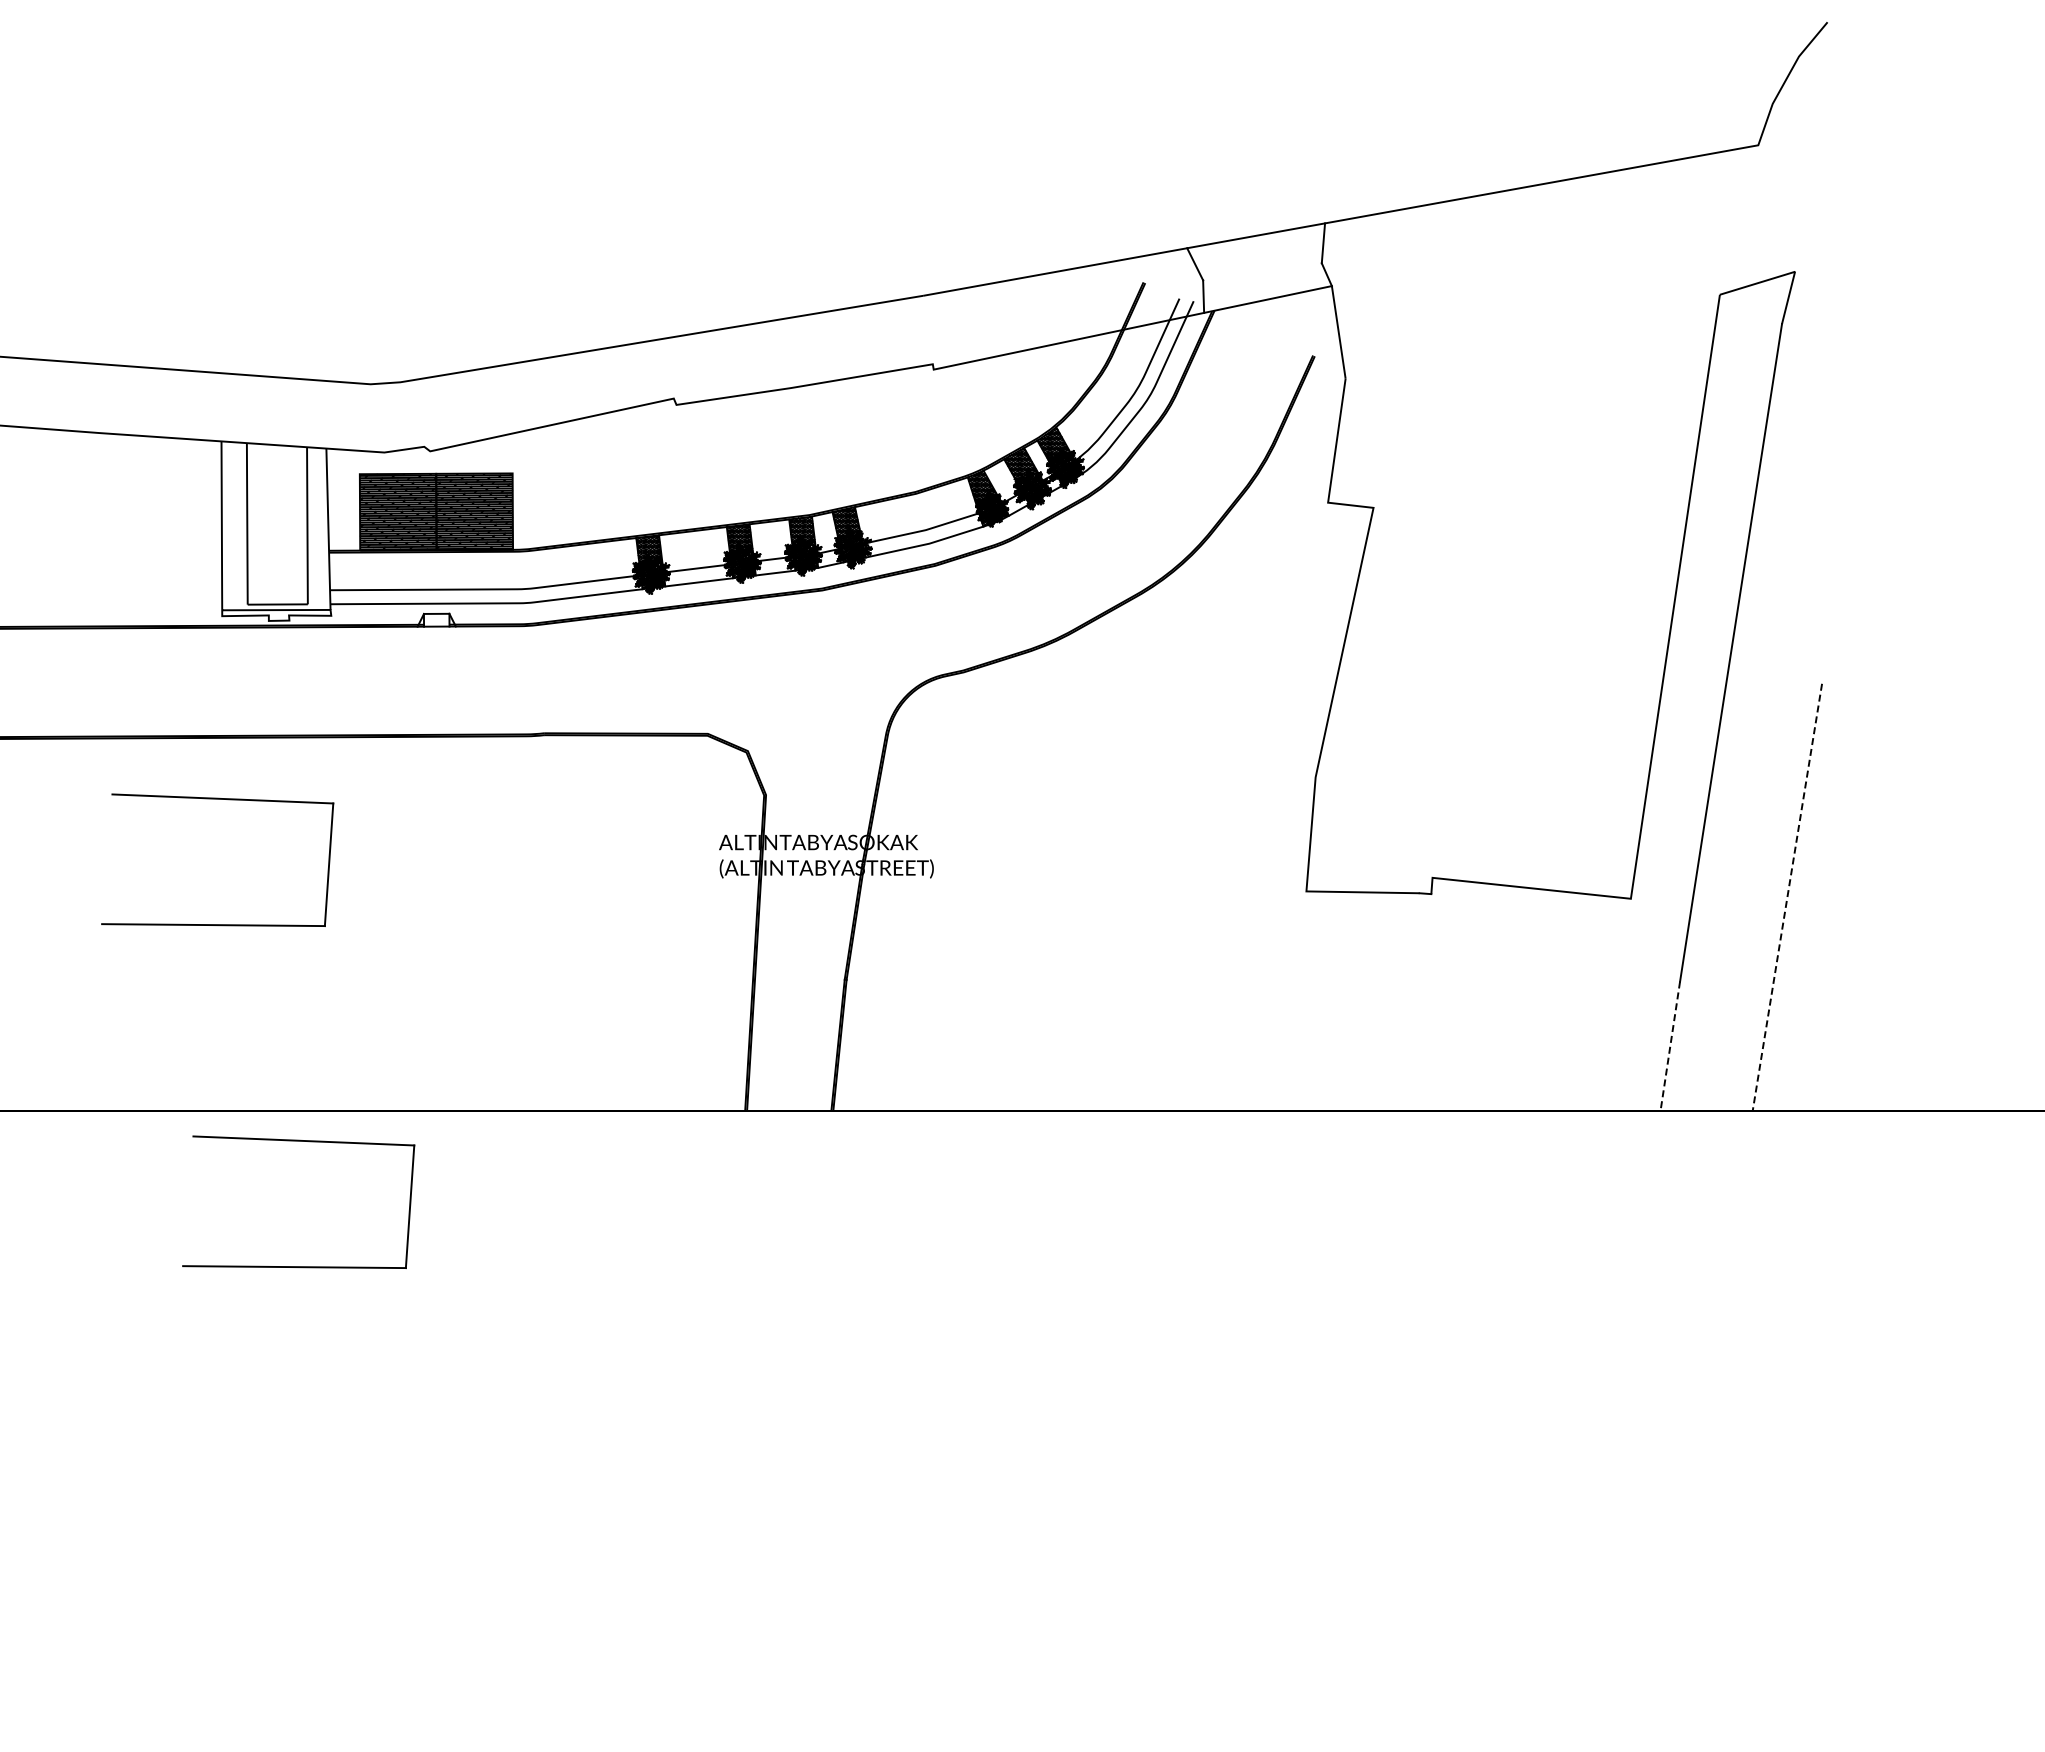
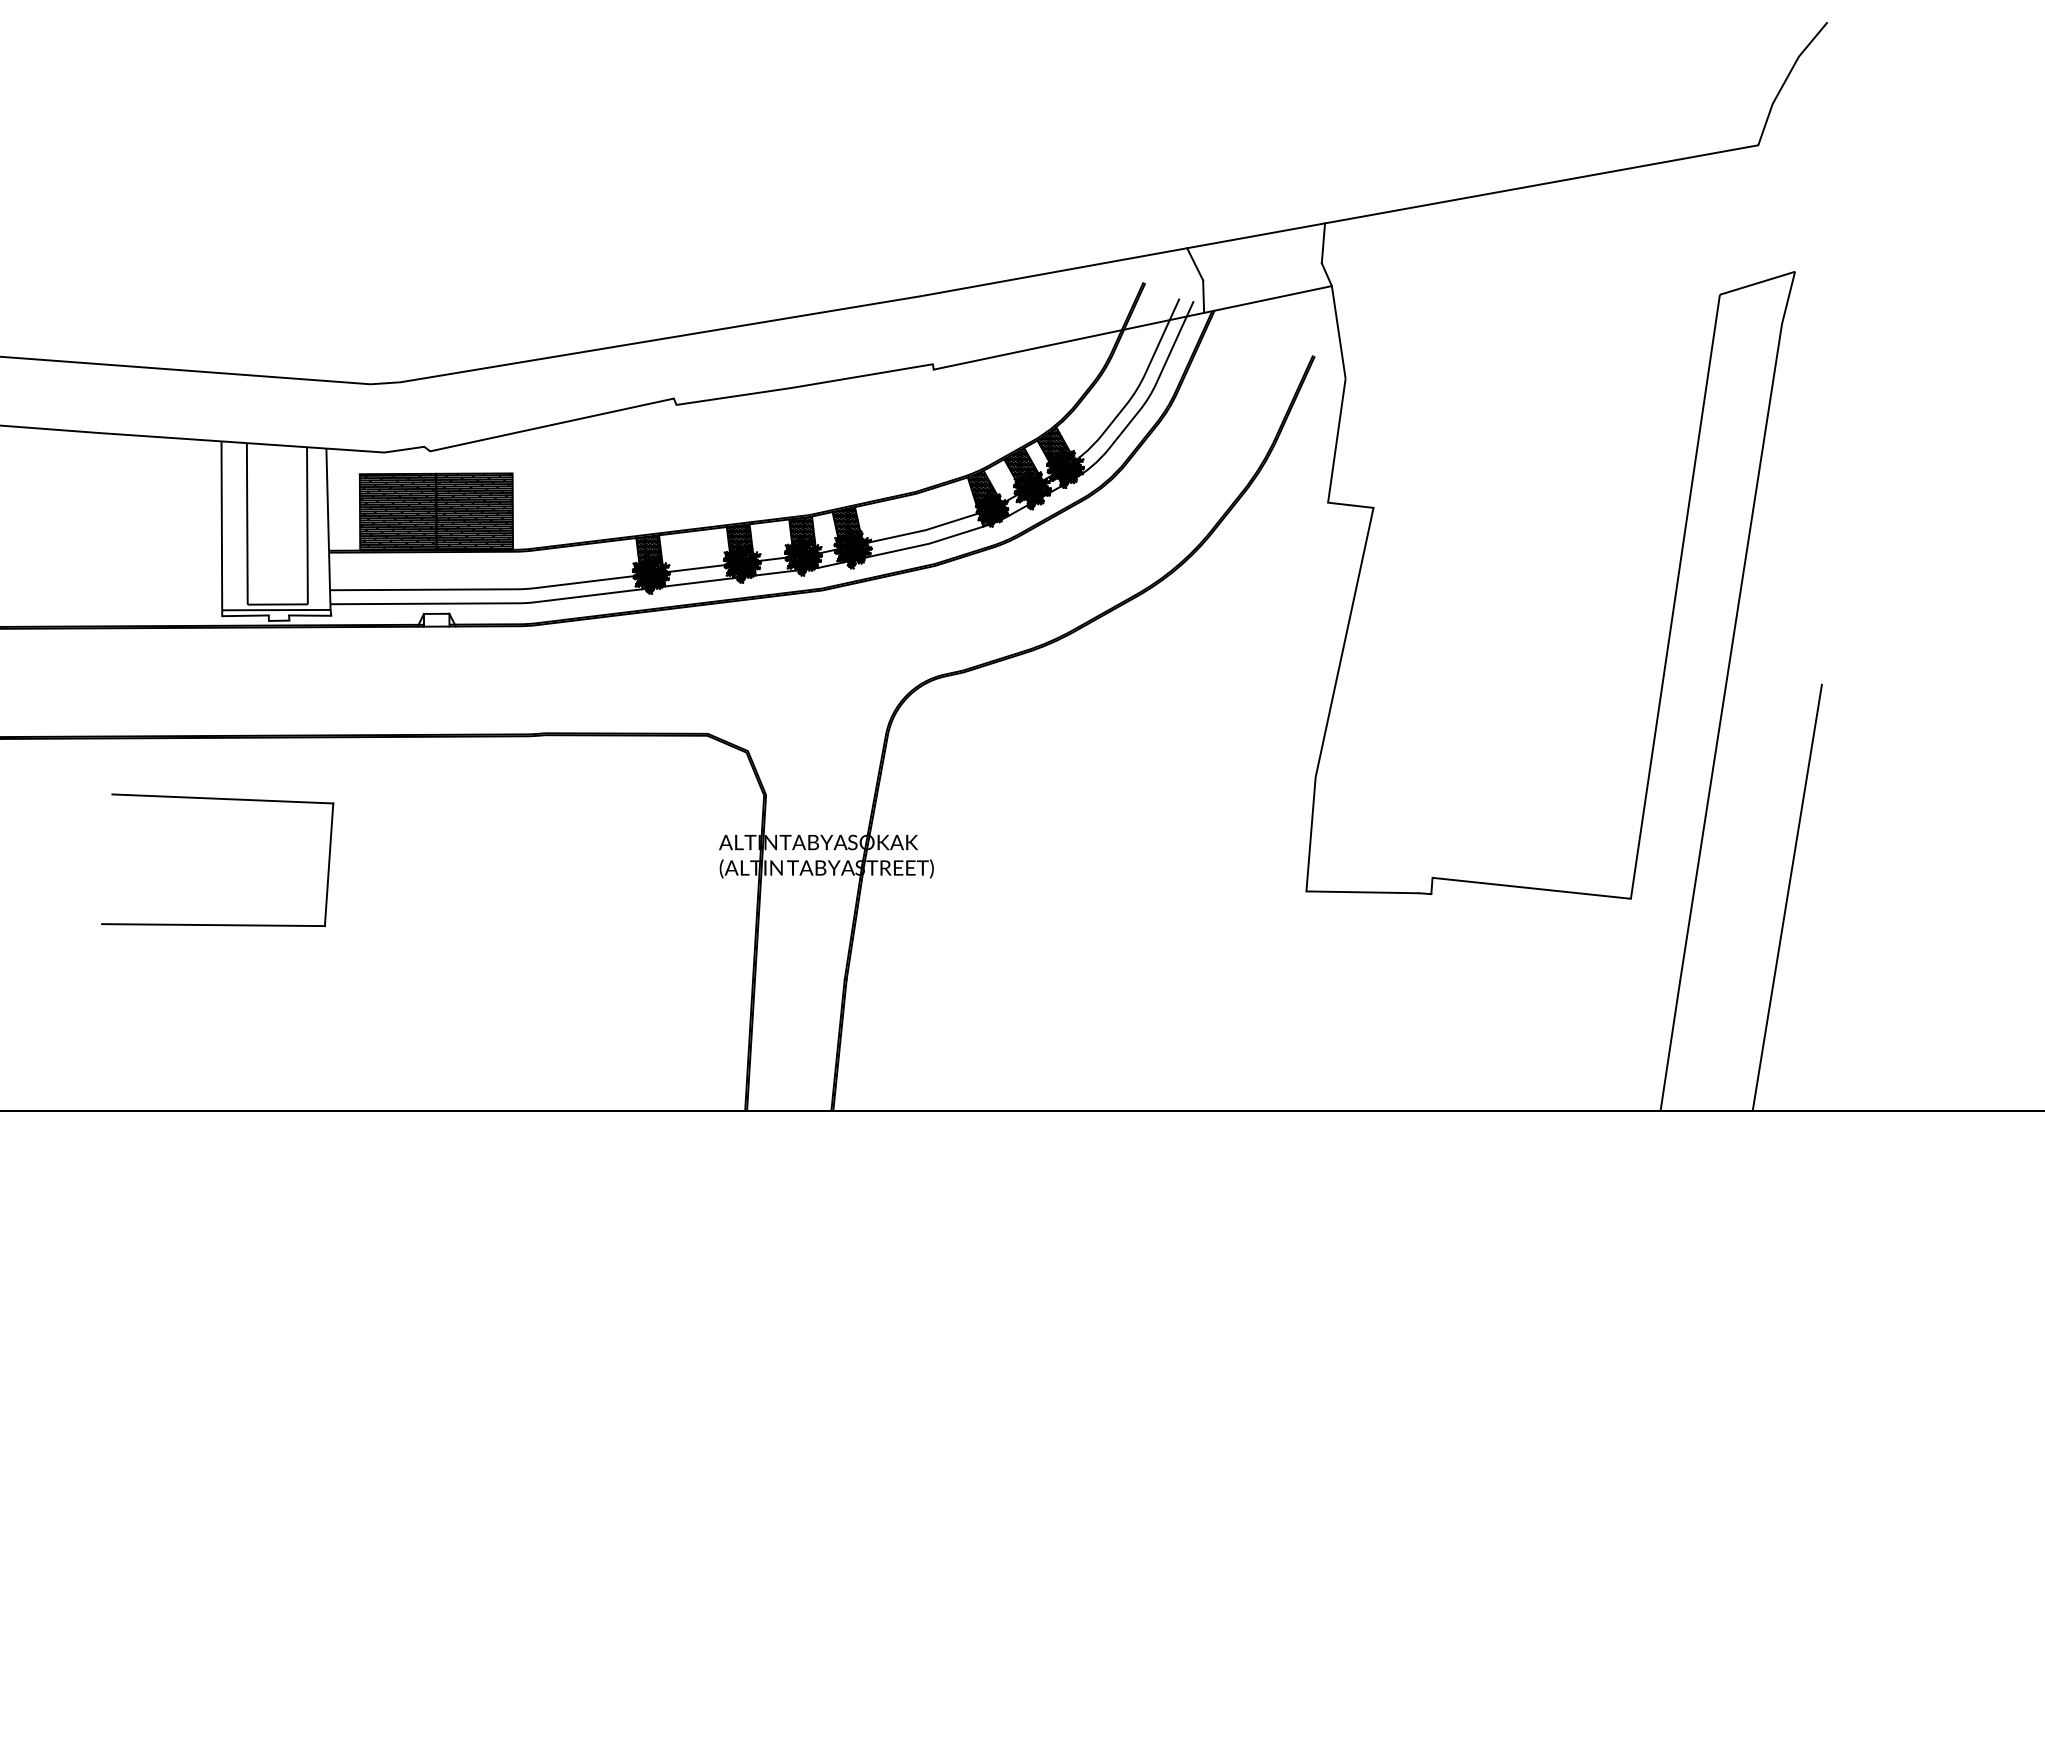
line at (1787, 897): dashed -> solid
line at (1670, 1046): dashed -> solid
part at (298, 1141): present -> none
